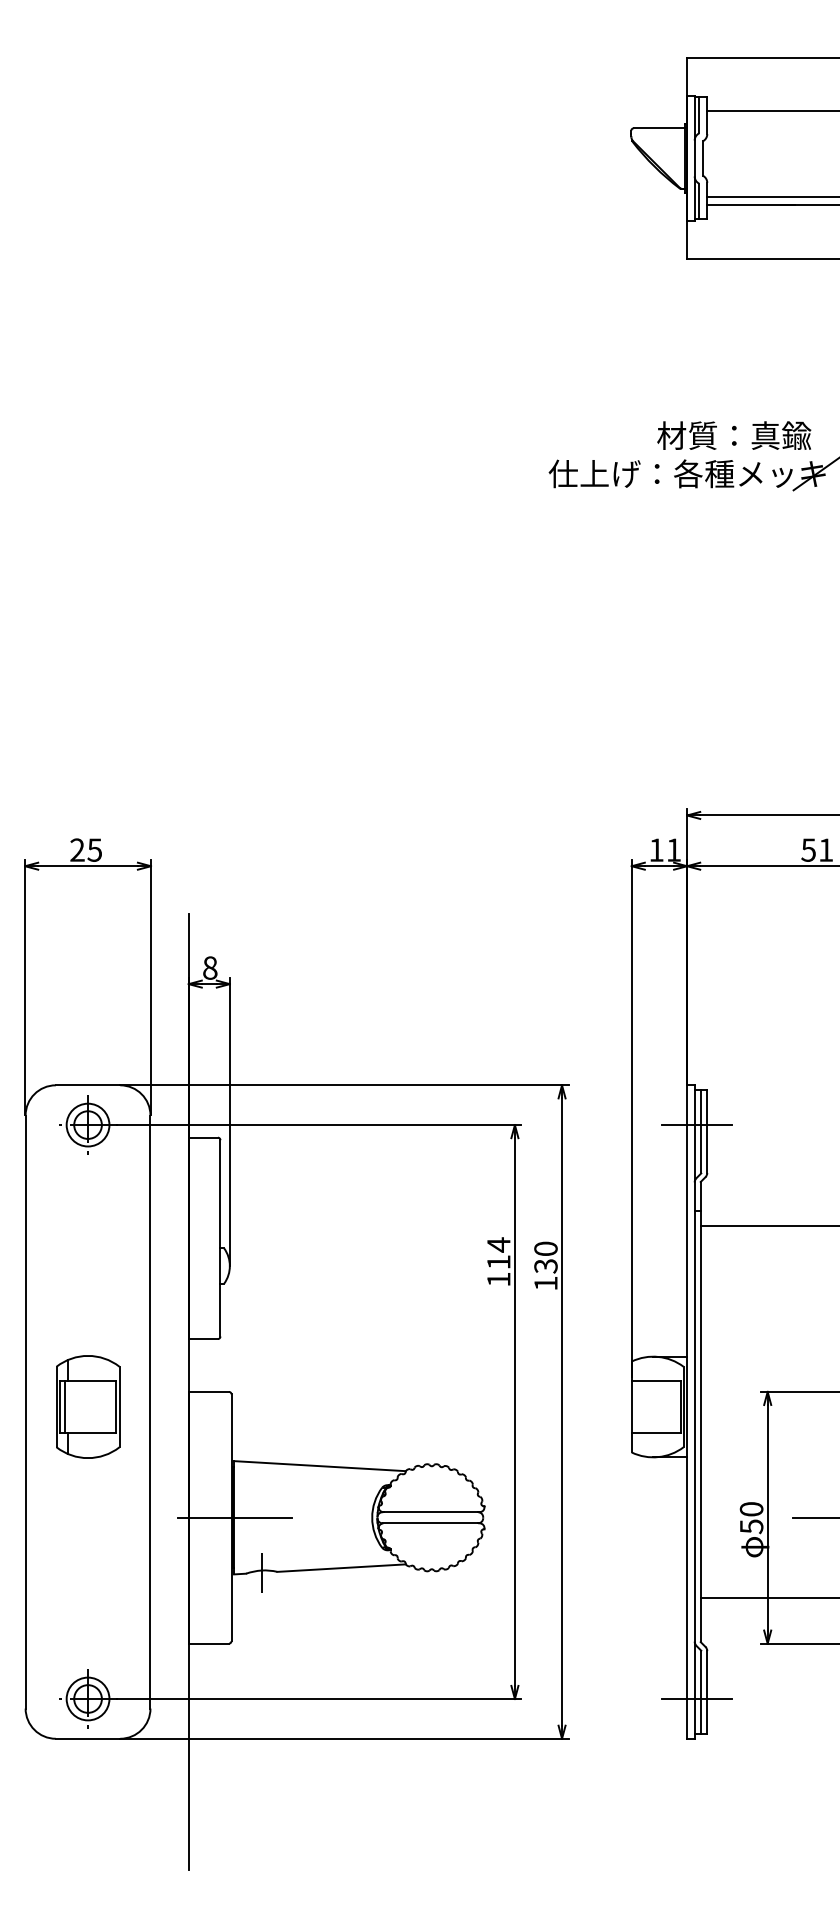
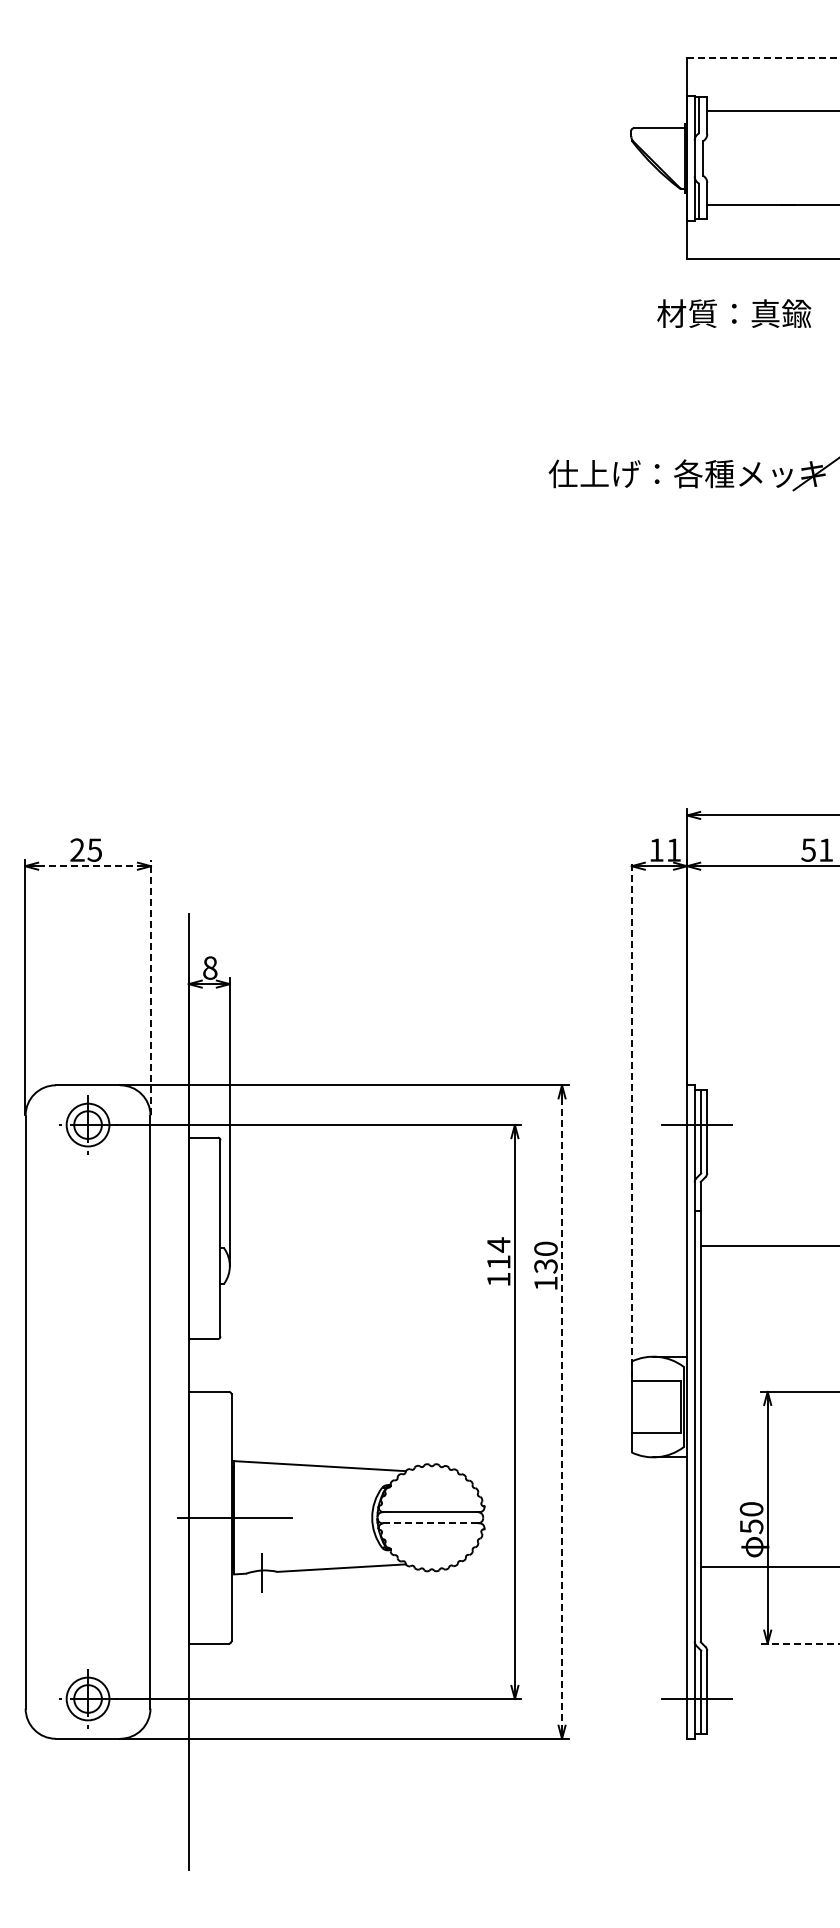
line at (764, 57): solid -> dashed
line at (771, 197): present -> none
text at (734, 435) position: (734, 435) -> (734, 313)
line at (88, 866): solid -> dashed
line at (150, 987): solid -> dashed
line at (631, 1118): solid -> dashed
line at (768, 1225) position: (768, 1225) -> (768, 1245)
part at (88, 1406): present -> none
line at (562, 1412): solid -> dashed
line at (814, 1517): present -> none
line at (430, 1523): solid -> dashed
line at (768, 1598) position: (768, 1598) -> (768, 1567)
line at (800, 1643): solid -> dashed
